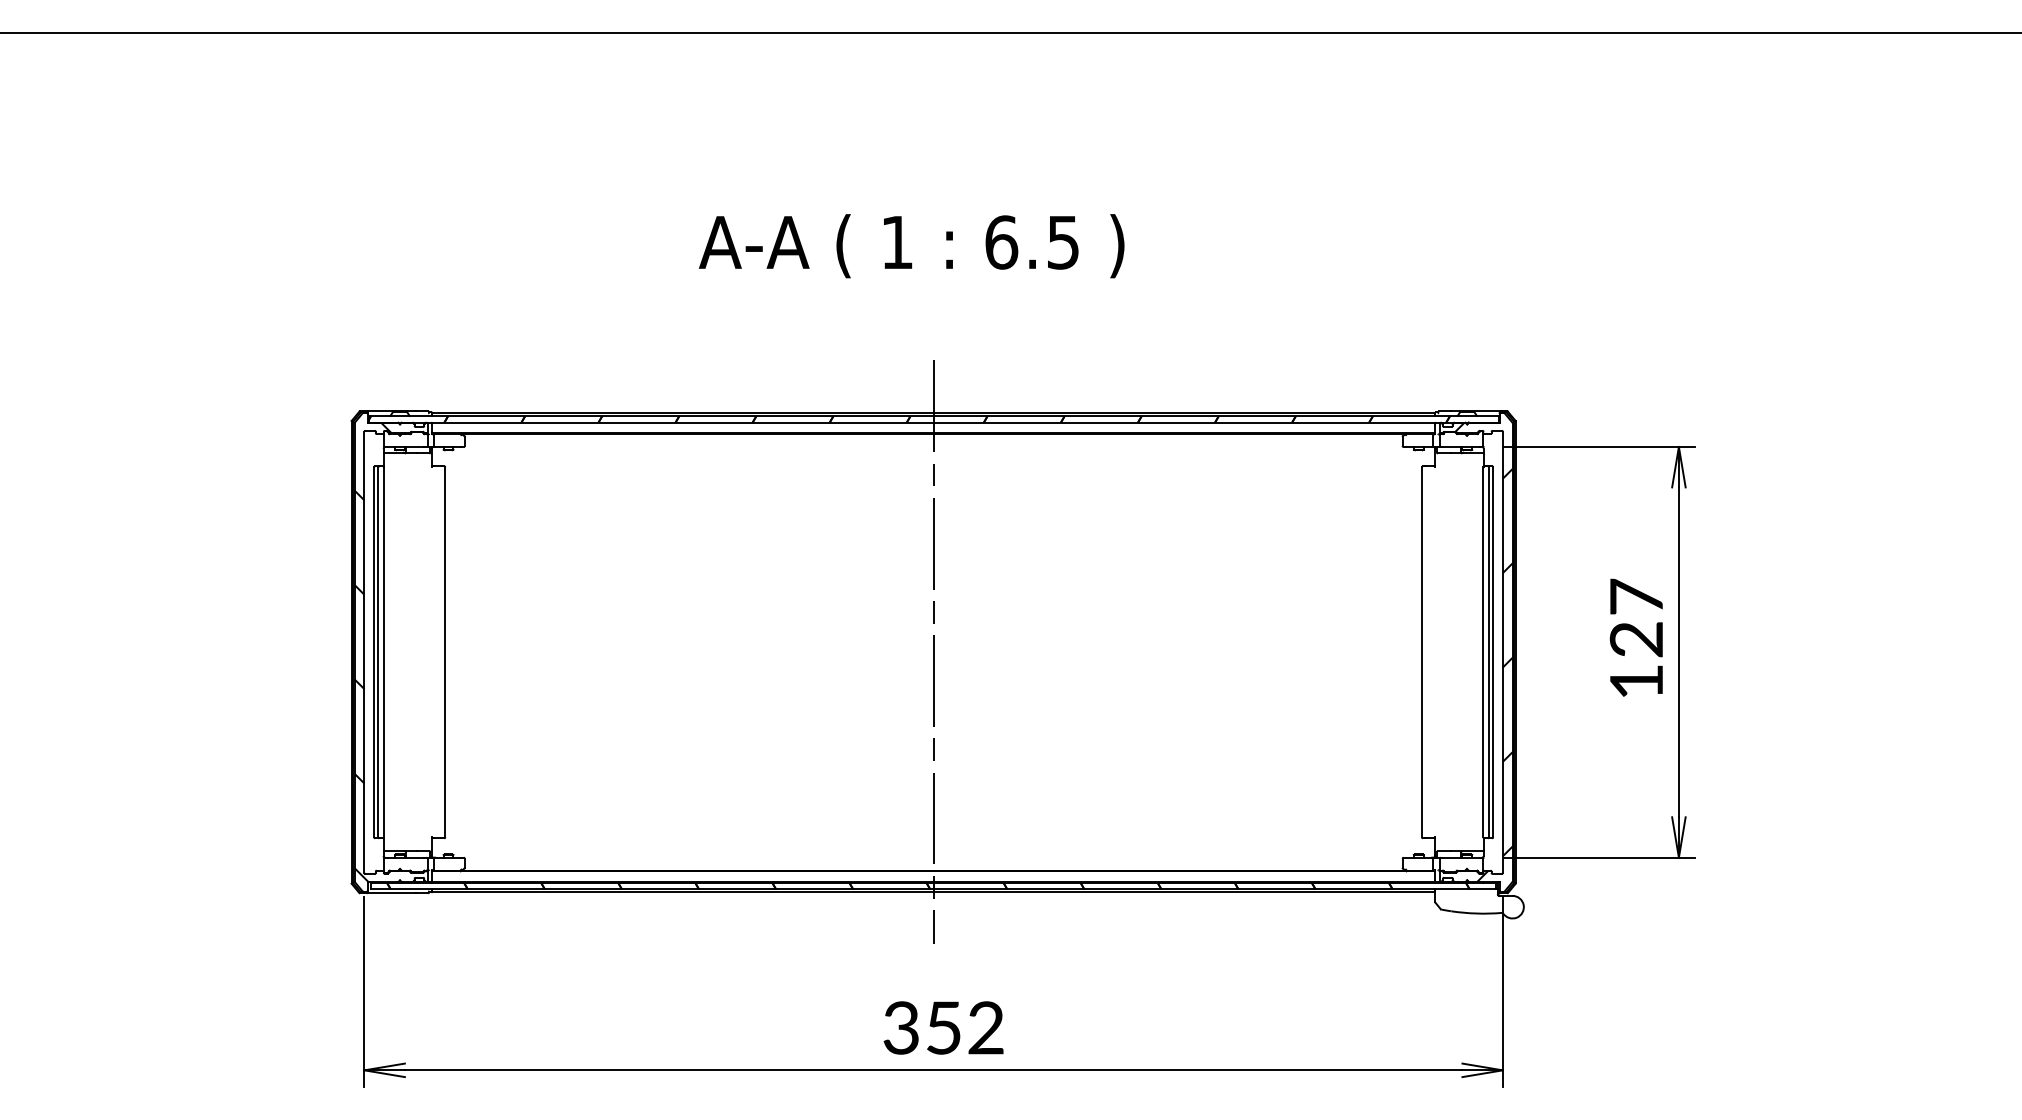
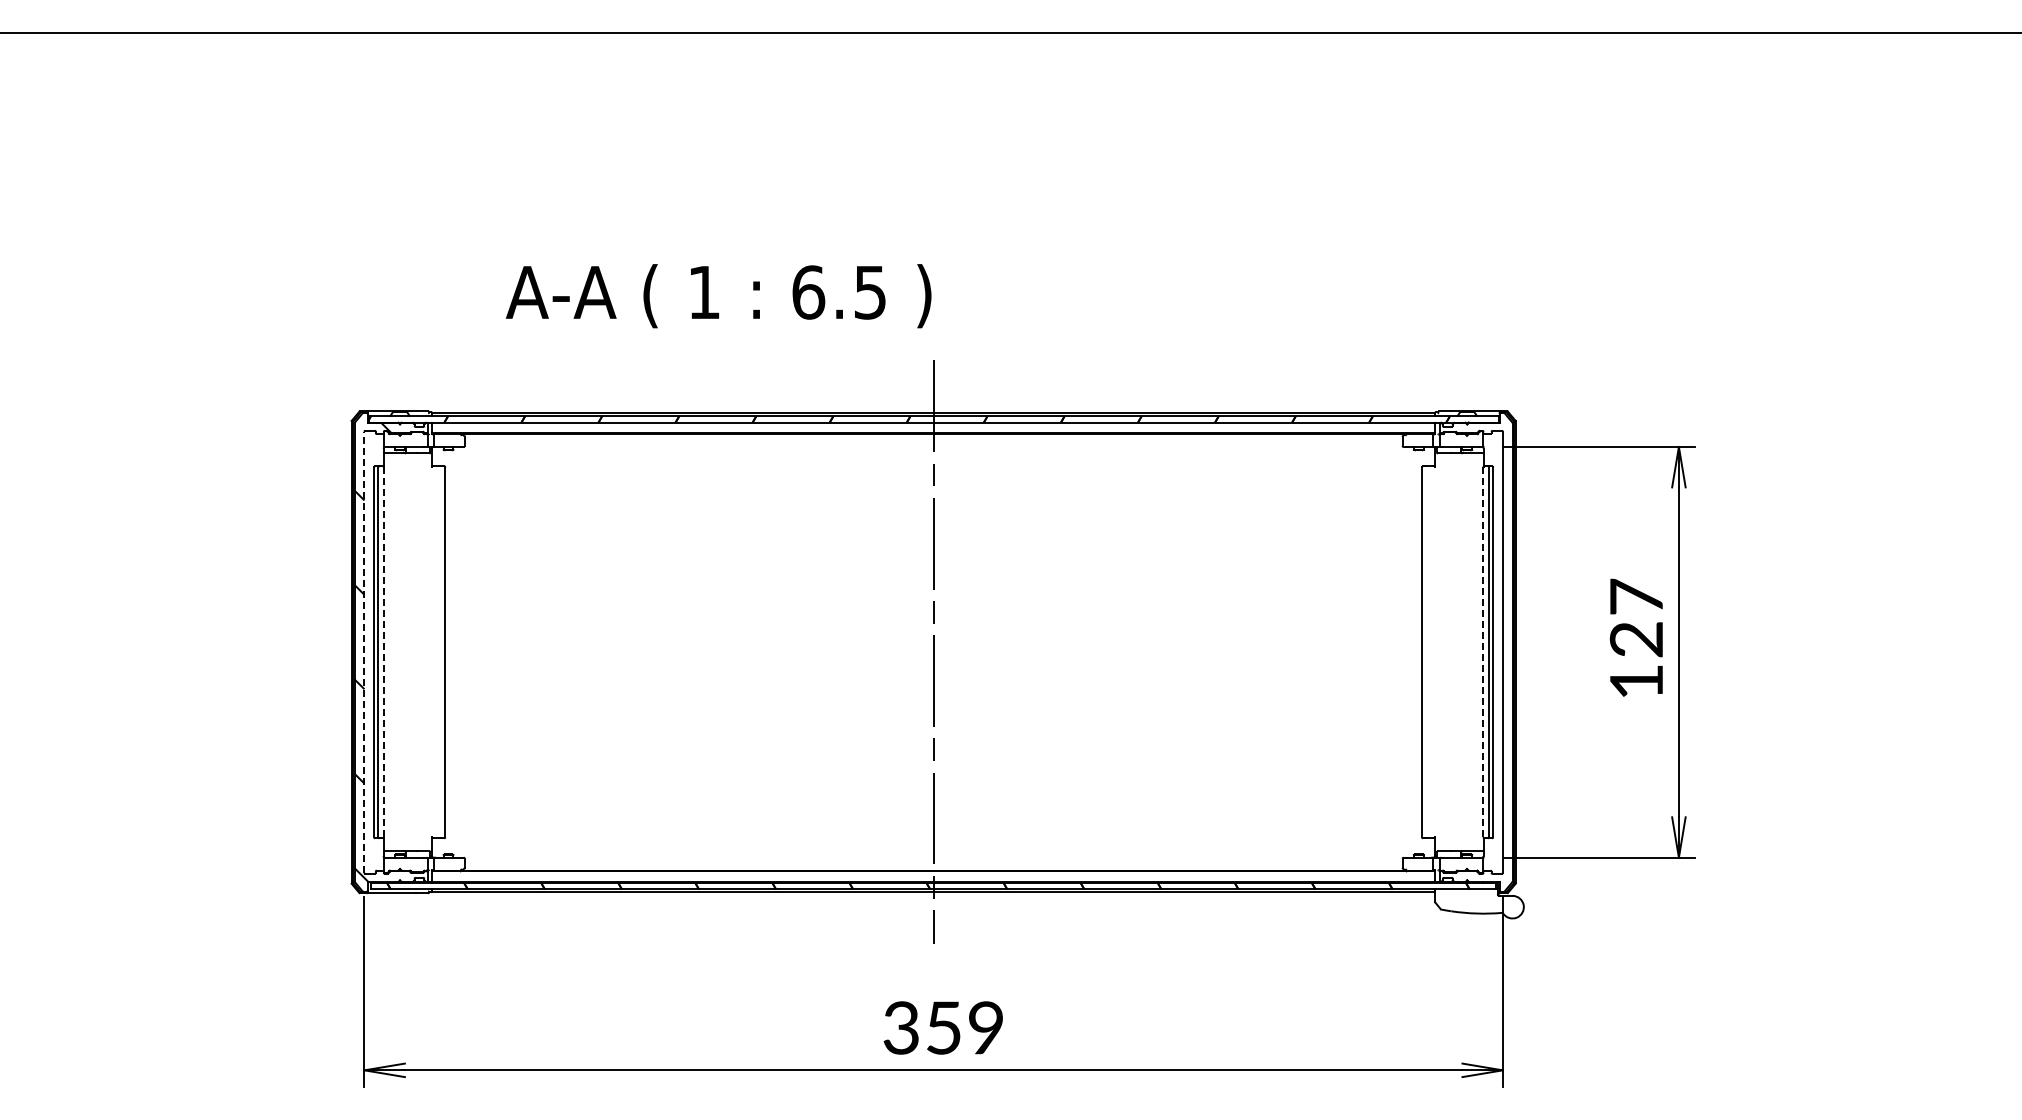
text at (911, 246) position: (911, 246) -> (718, 296)
hatch at (1483, 651): present -> none
line at (364, 652): solid -> dashed
line at (383, 652): solid -> dashed
line at (1483, 652): solid -> dashed
text at (985, 1027): 352 -> 359
